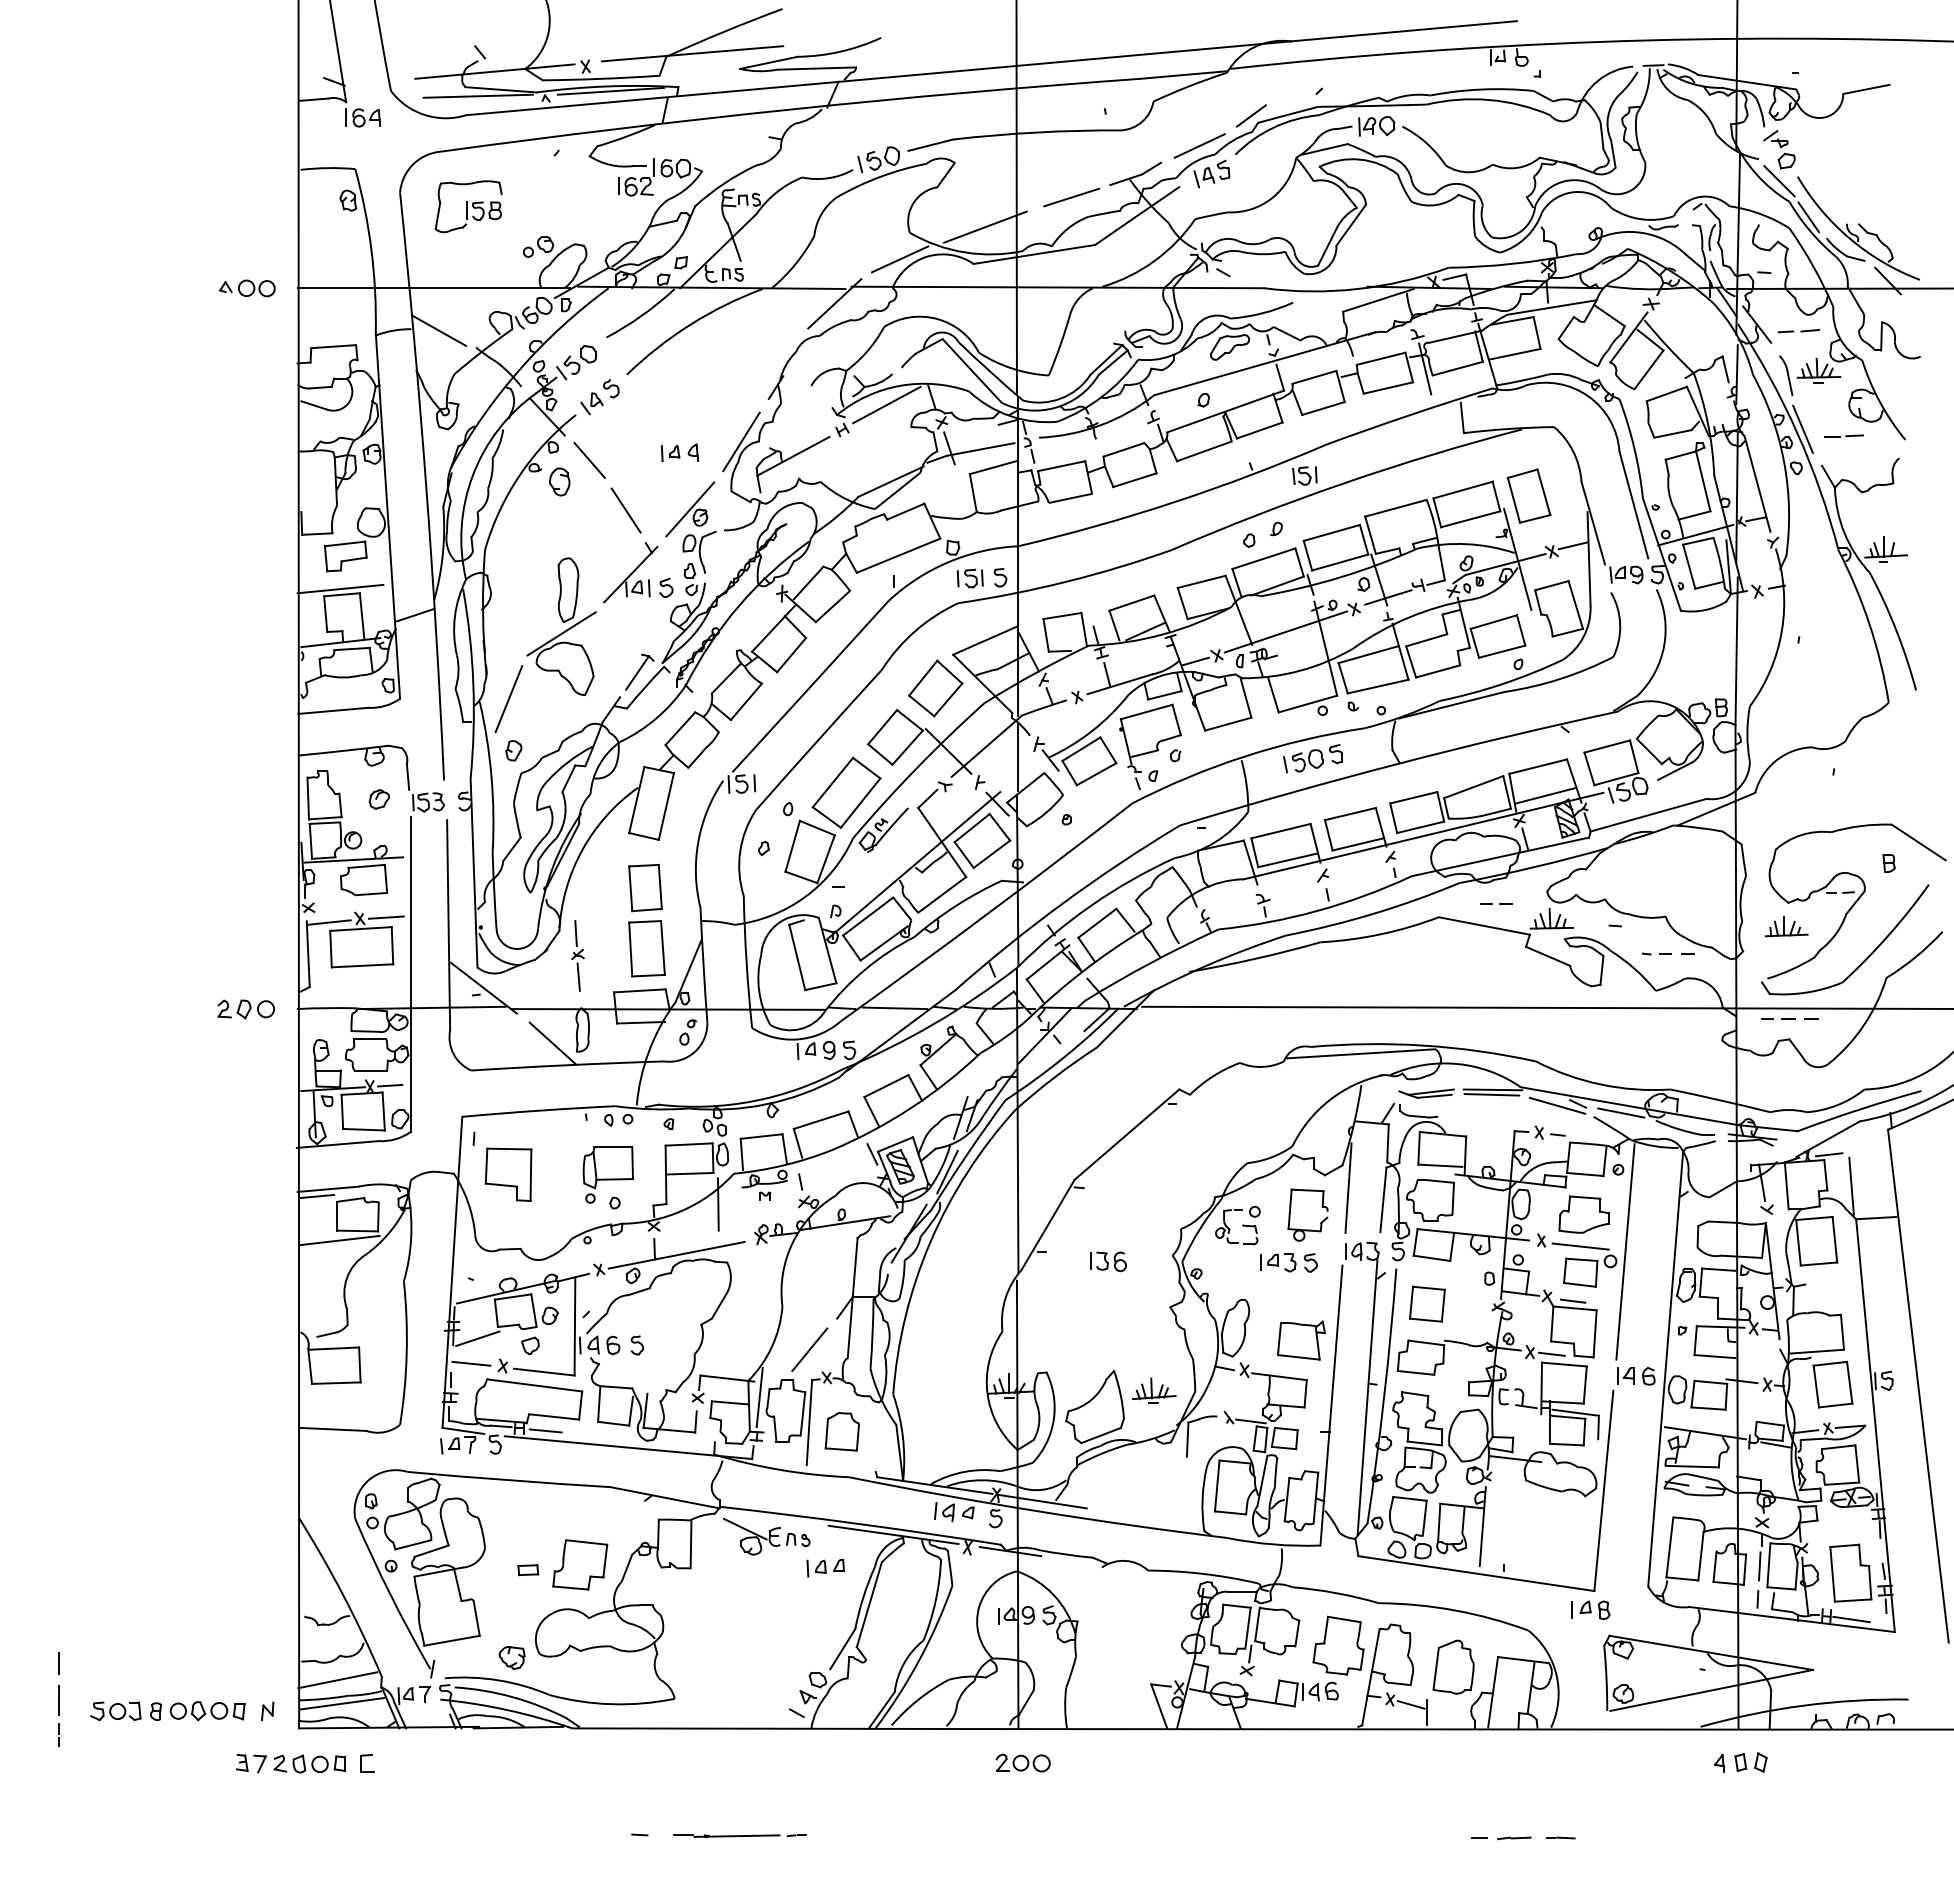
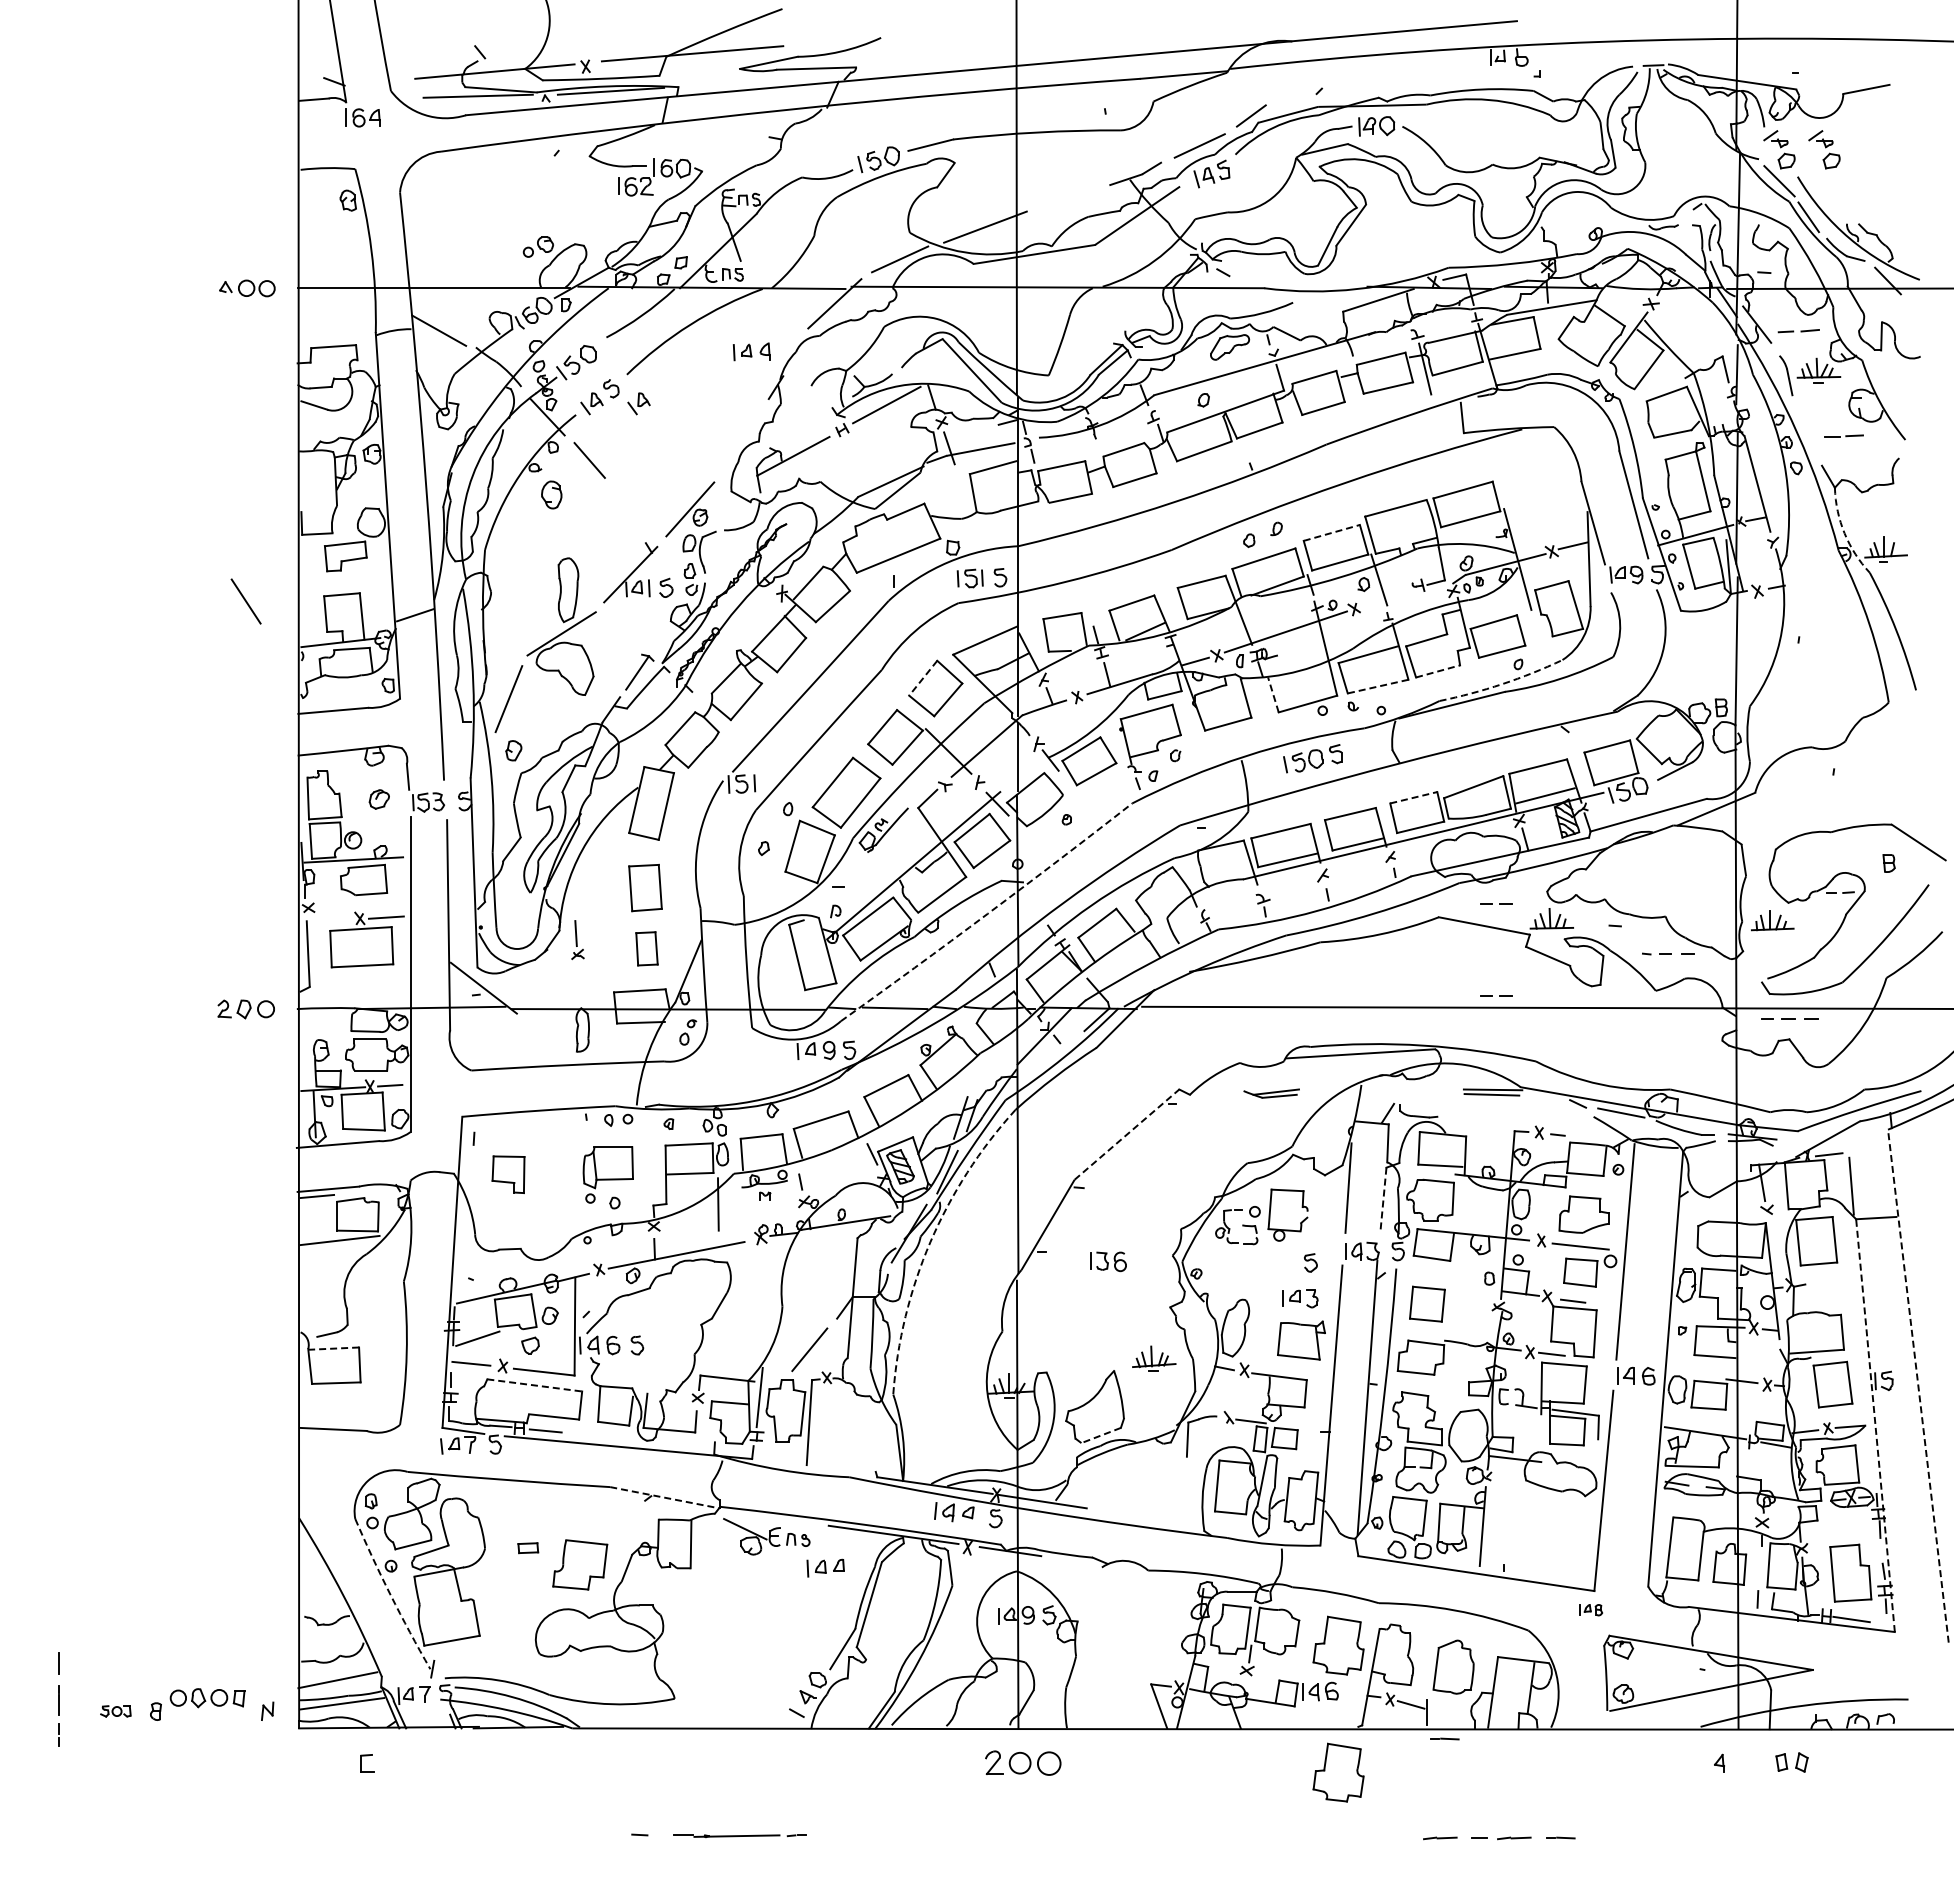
part at (1824, 149): none -> present
line at (1071, 197): present -> none
part at (468, 206): present -> none
part at (638, 403): none -> present
line at (1802, 428): present -> none
line at (741, 441): present -> none
part at (679, 452) position: (679, 452) -> (751, 351)
part at (1304, 475): present -> none
part at (559, 481) position: (559, 481) -> (551, 494)
part at (1528, 495): present -> none
line at (625, 510) position: (625, 510) -> (245, 601)
line at (1332, 532): solid -> dashed
arc at (1844, 533): solid -> dashed
line at (340, 588): present -> none
line at (1388, 597): present -> none
line at (1438, 671): solid -> dashed
line at (922, 678): solid -> dashed
arc at (1502, 684): solid -> dashed
line at (1377, 686): solid -> dashed
line at (1273, 694): solid -> dashed
line at (1414, 797): solid -> dashed
arc at (987, 913): solid -> dashed
line at (328, 922): present -> none
part at (1786, 926) position: (1786, 926) -> (1772, 920)
part at (646, 948) size: 38x58 px -> 24x36 px
line at (578, 976): present -> none
line at (1499, 995): none -> present
line at (552, 1043): present -> none
part at (1426, 1093) position: (1426, 1093) -> (1271, 1093)
line at (1557, 1105): present -> none
line at (1127, 1134): solid -> dashed
part at (508, 1174) size: 49x55 px -> 35x39 px
line at (1383, 1200): solid -> dashed
part at (1307, 1229) position: (1307, 1229) -> (1287, 1229)
arc at (930, 1242): solid -> dashed
part at (1278, 1262) position: (1278, 1262) -> (1300, 1298)
line at (333, 1348): solid -> dashed
line at (534, 1385): solid -> dashed
line at (1918, 1385): solid -> dashed
part at (1154, 1390) position: (1154, 1390) -> (1154, 1358)
line at (1875, 1425): solid -> dashed
part at (841, 1431): present -> none
line at (1100, 1435): solid -> dashed
line at (664, 1497): solid -> dashed
line at (1759, 1566): present -> none
part at (528, 1570) position: (528, 1570) -> (528, 1548)
arc at (390, 1595): solid -> dashed
part at (1590, 1609) size: 40x20 px -> 24x13 px
part at (511, 1658): present -> none
part at (115, 1711) size: 52x21 px -> 32x13 px
part at (207, 1711) position: (207, 1711) -> (207, 1698)
line at (1444, 1738): none -> present
part at (1022, 1762) size: 56x20 px -> 77x26 px
part at (1750, 1762) position: (1750, 1762) -> (1791, 1762)
part at (290, 1763): present -> none
part at (1338, 1772): none -> present
part at (1440, 1838): none -> present
